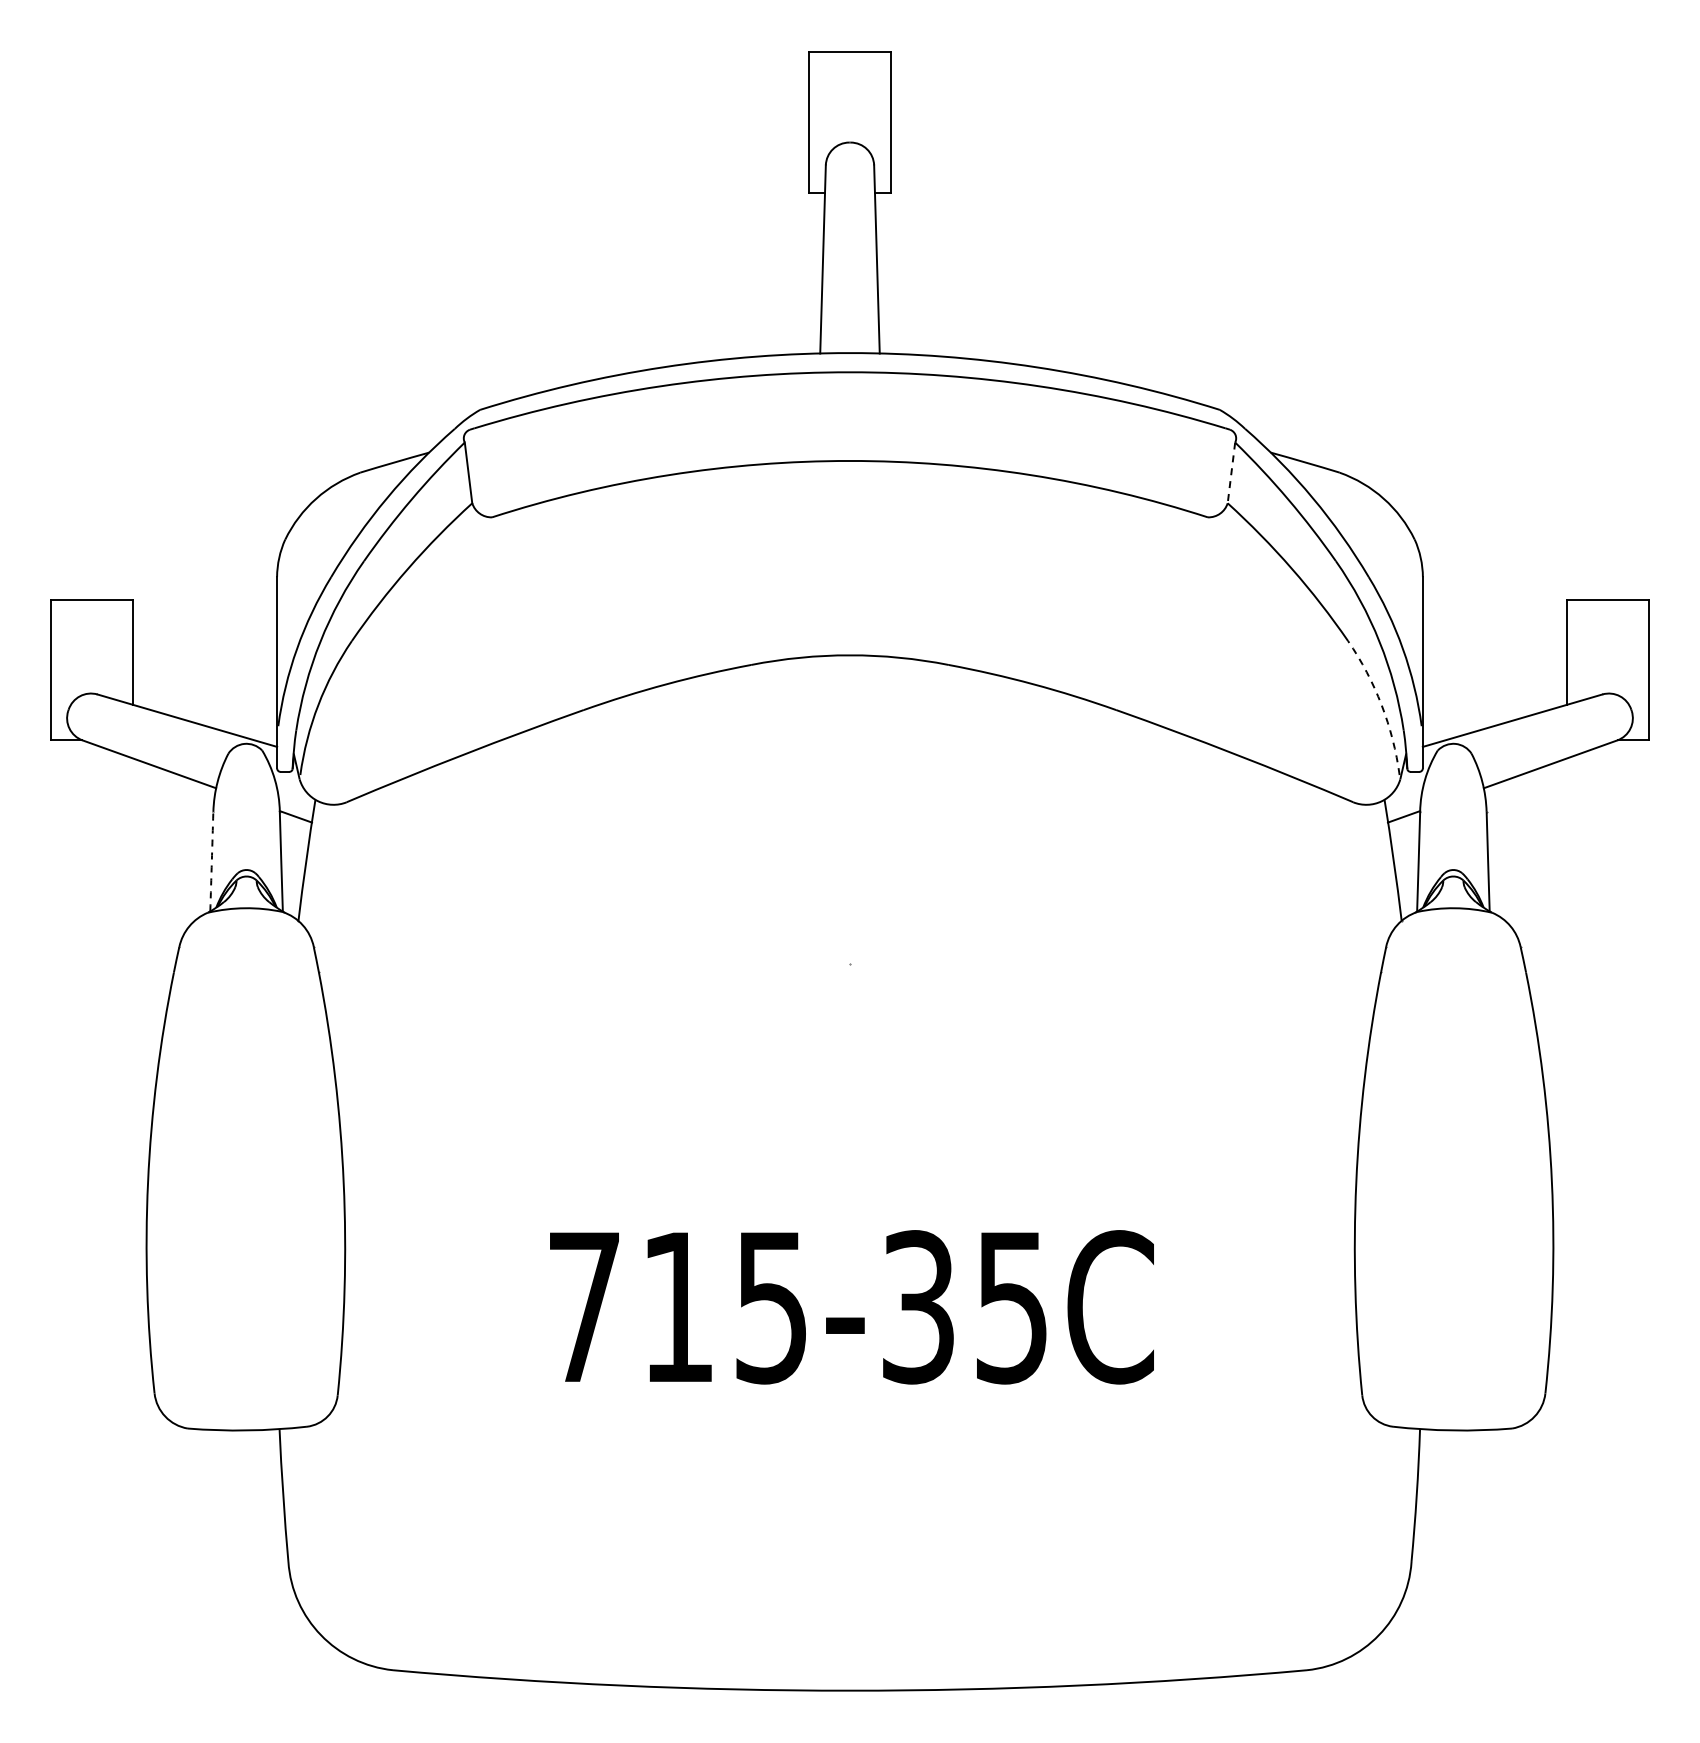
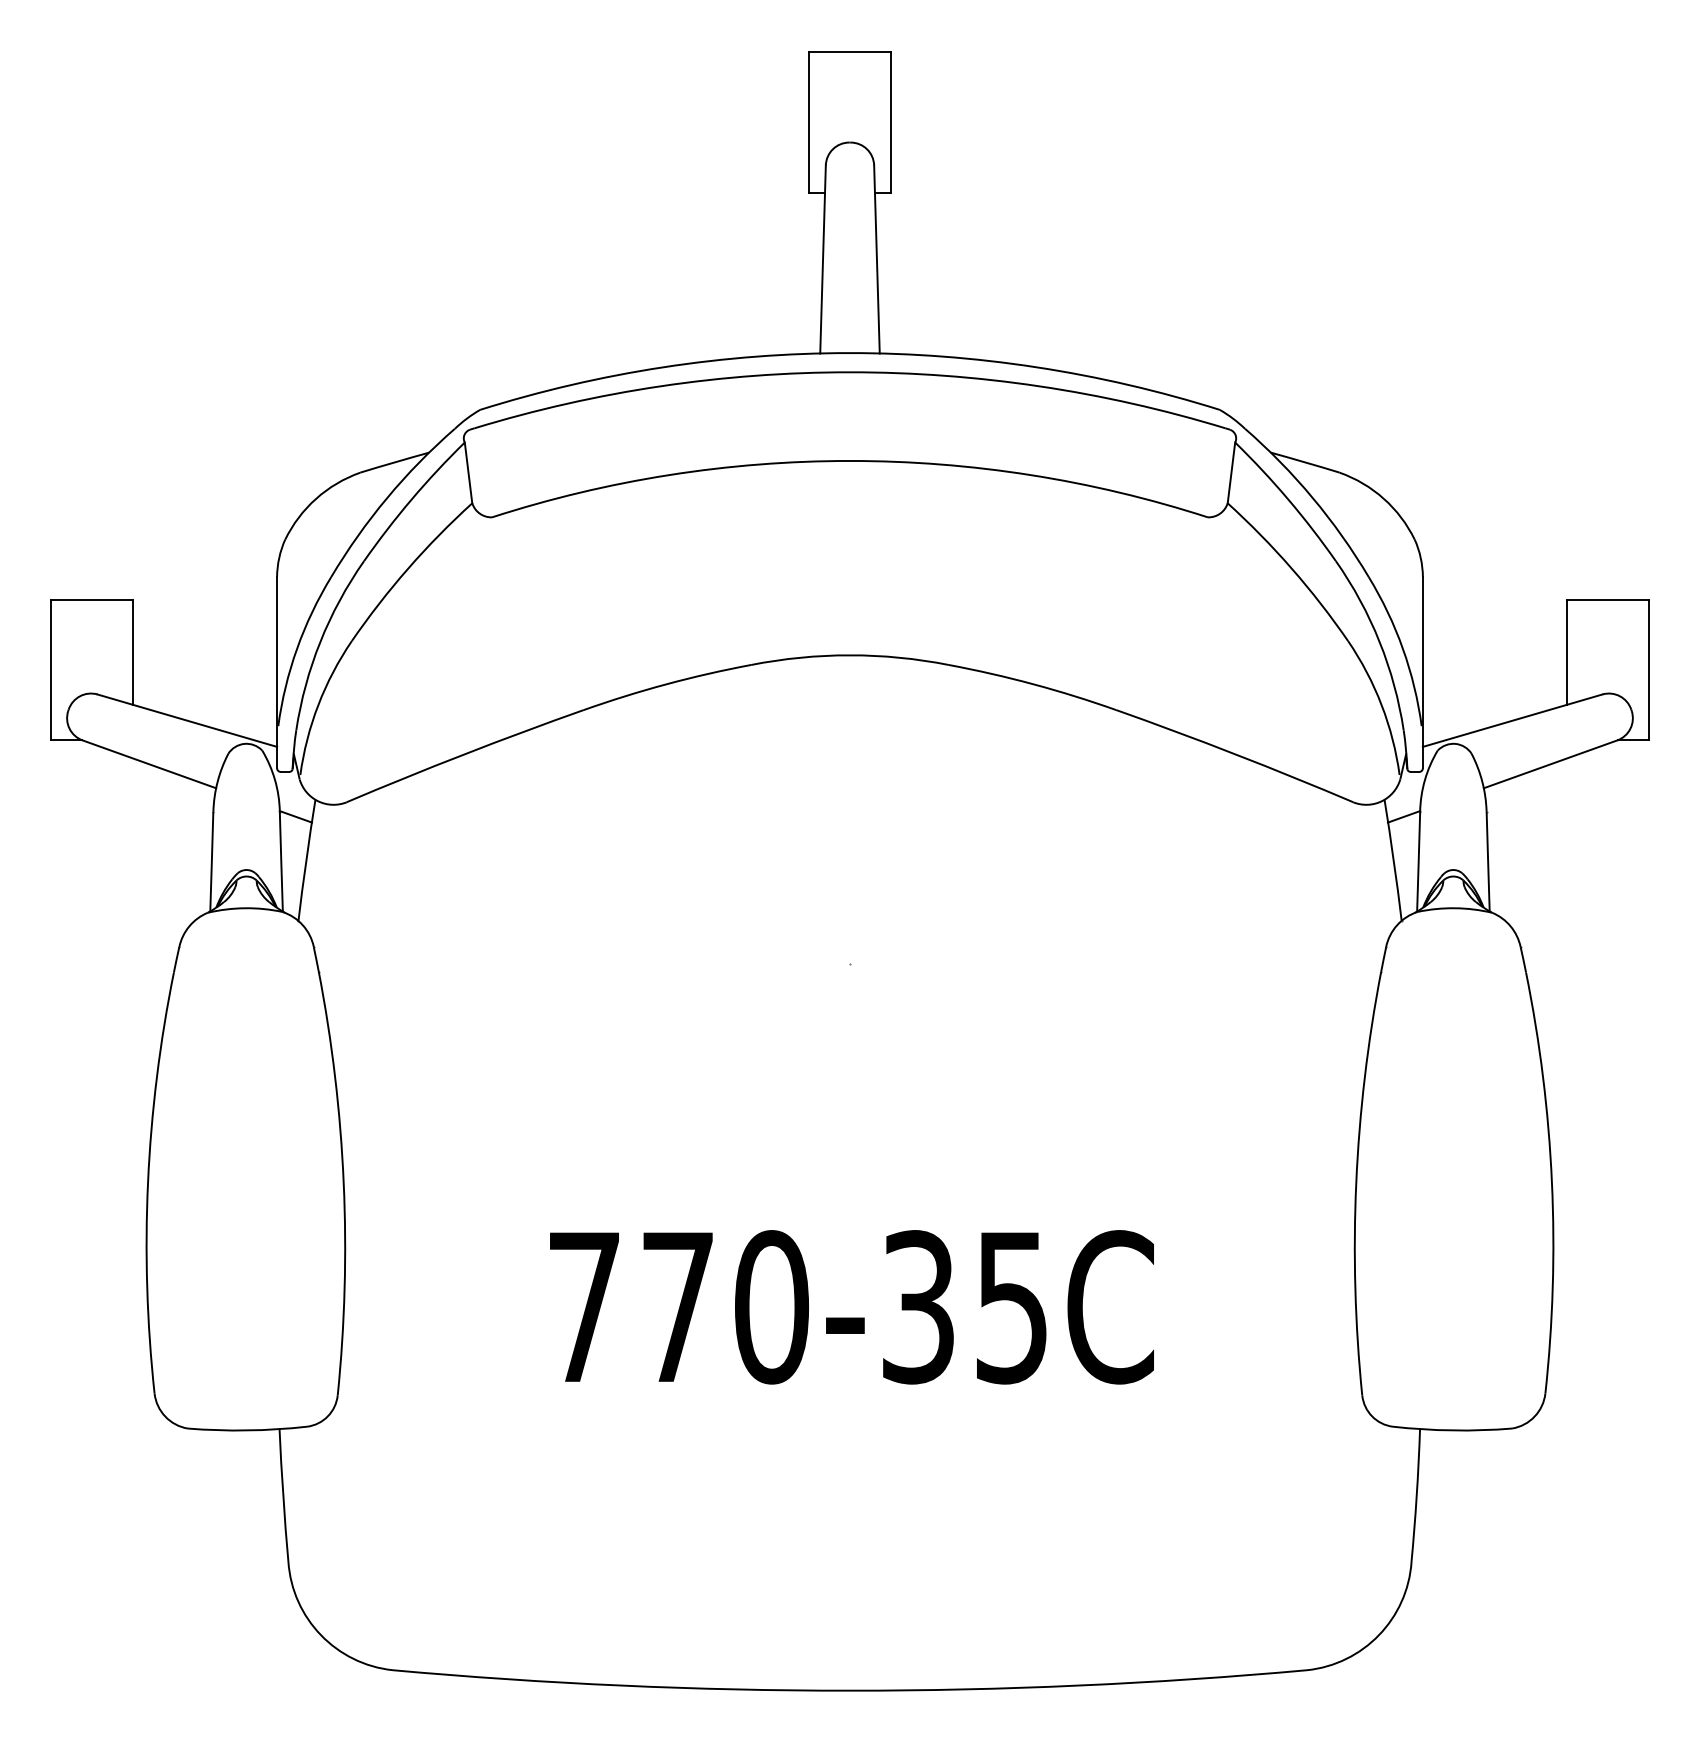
line at (1231, 472): dashed -> solid
arc at (1381, 705): dashed -> solid
arc at (211, 861): dashed -> solid
text at (725, 1307): 715-35C -> 770-35C
